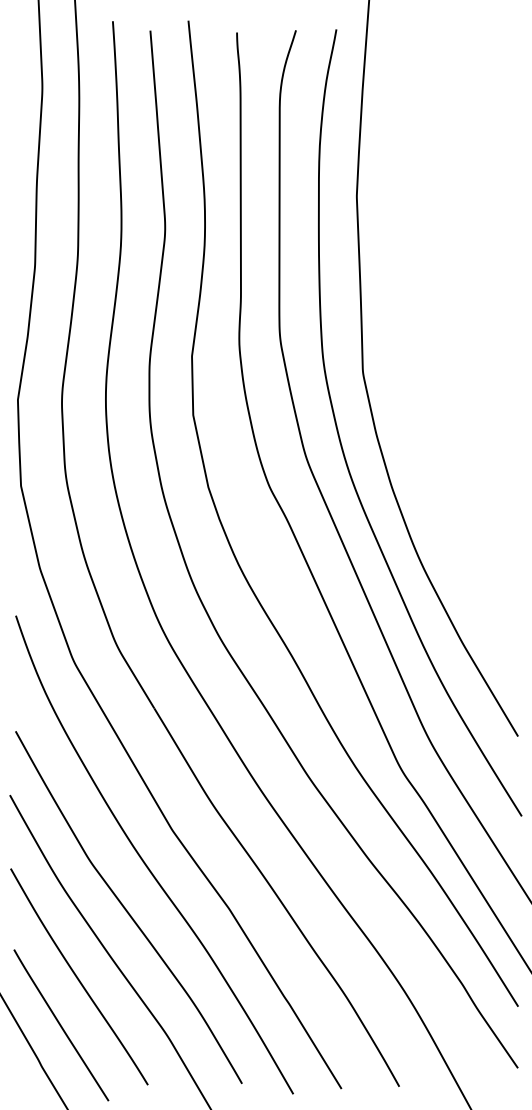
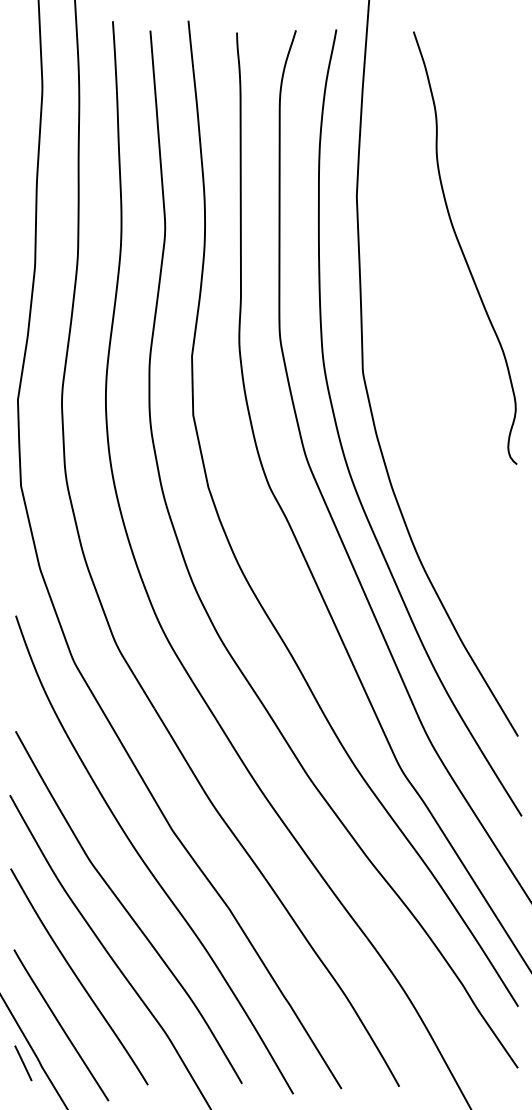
curve at (462, 248): none -> present
line at (23, 1063): none -> present
